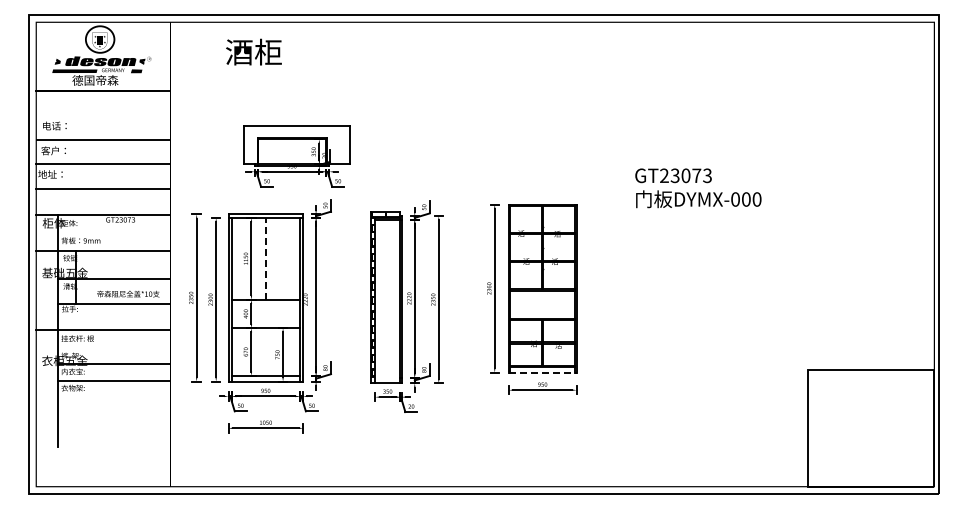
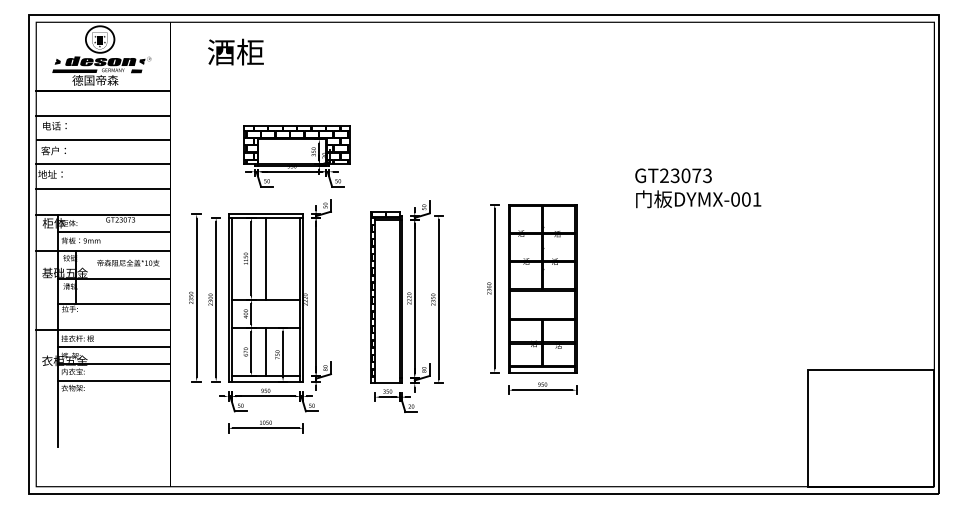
text at (253, 51) position: (253, 51) -> (235, 51)
line at (103, 115): none -> present
hatch at (297, 145): none -> present
text at (756, 199): DYMX-000 -> DYMX-001
line at (114, 232): none -> present
line at (265, 258): dashed -> solid
text at (128, 293) position: (128, 293) -> (128, 262)
line at (114, 347): none -> present
line at (265, 351): none -> present
line at (542, 372): dashed -> solid
